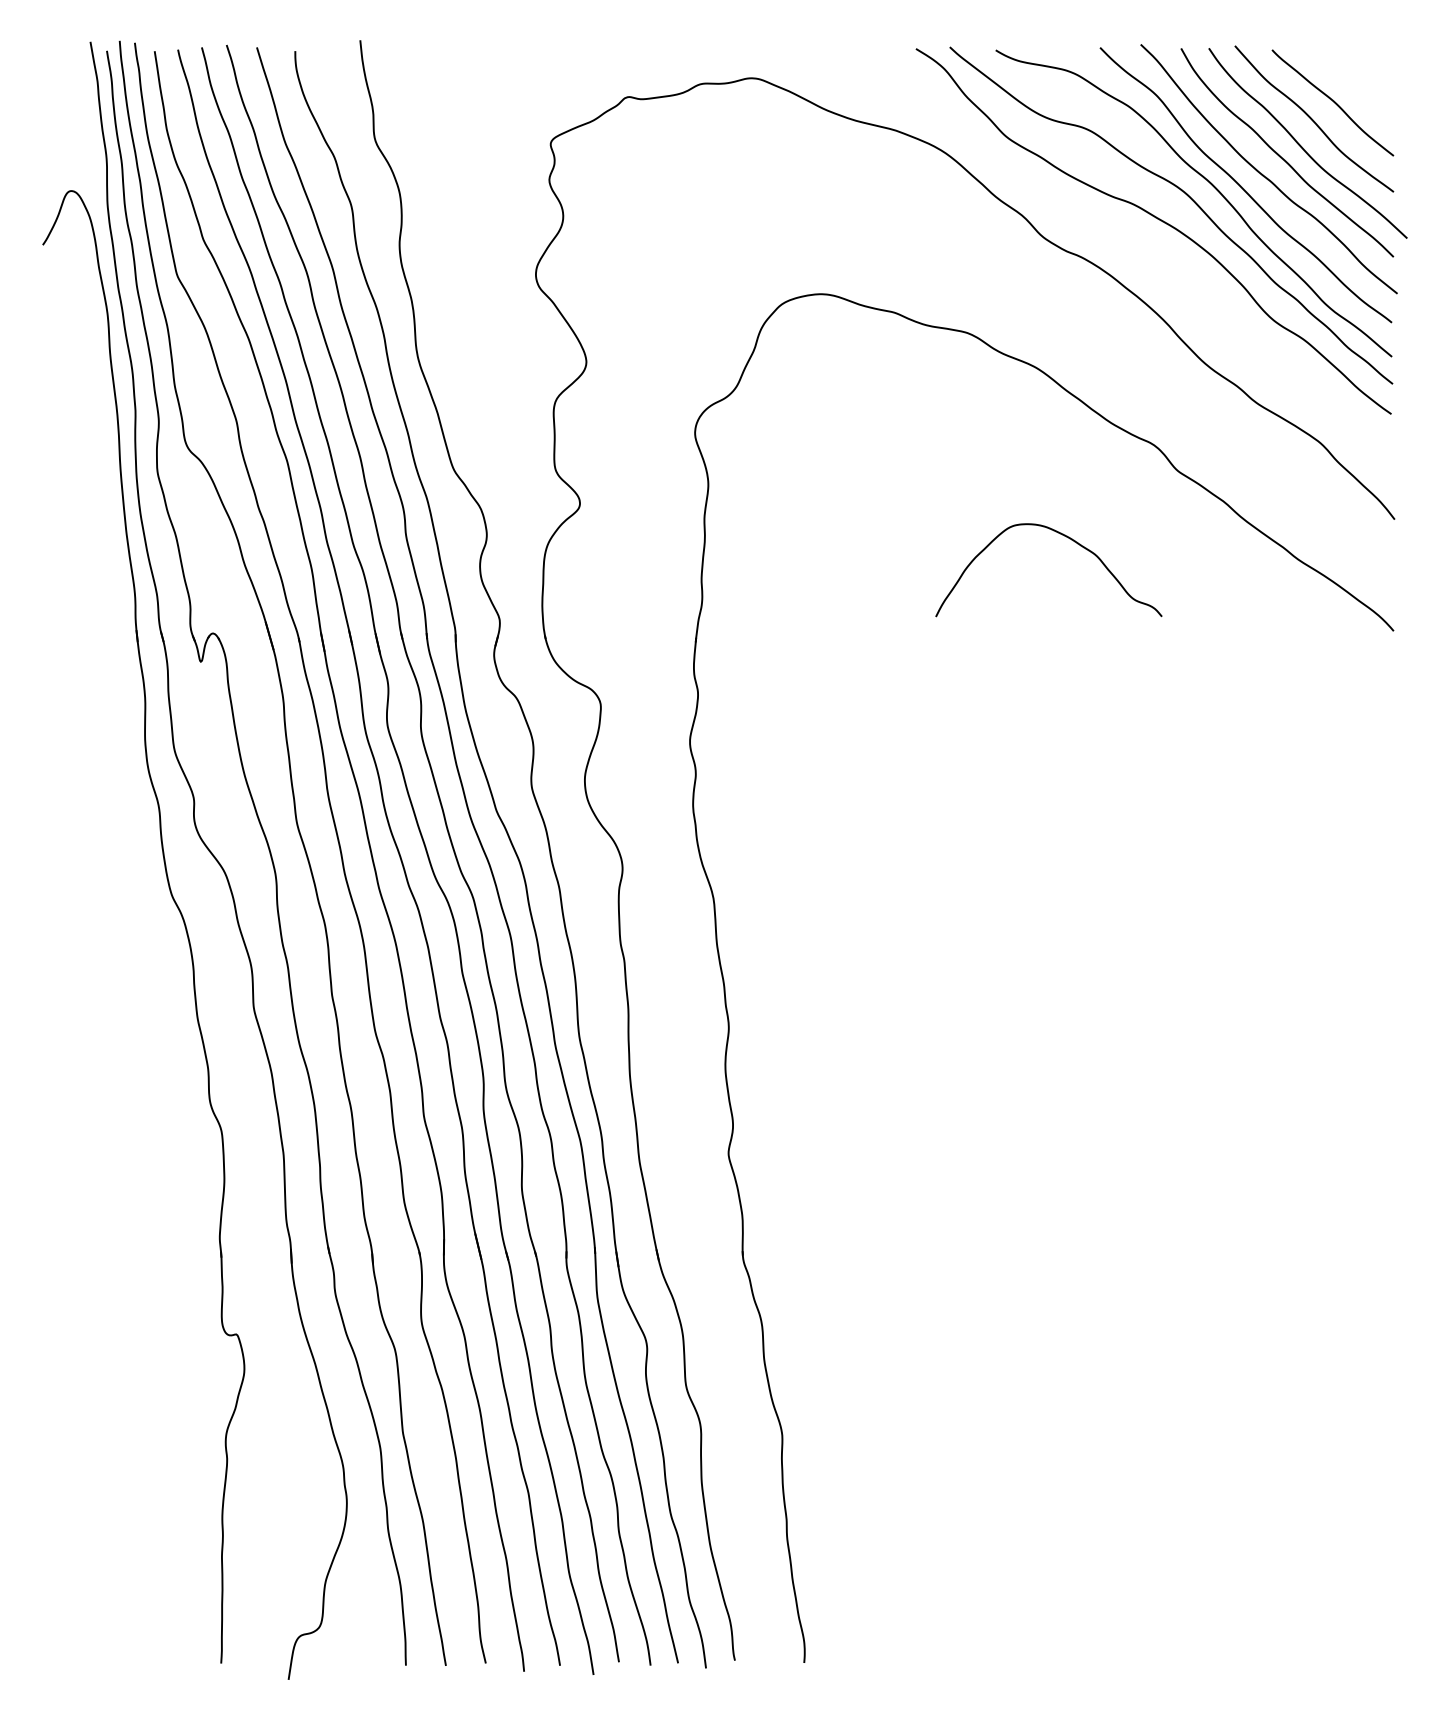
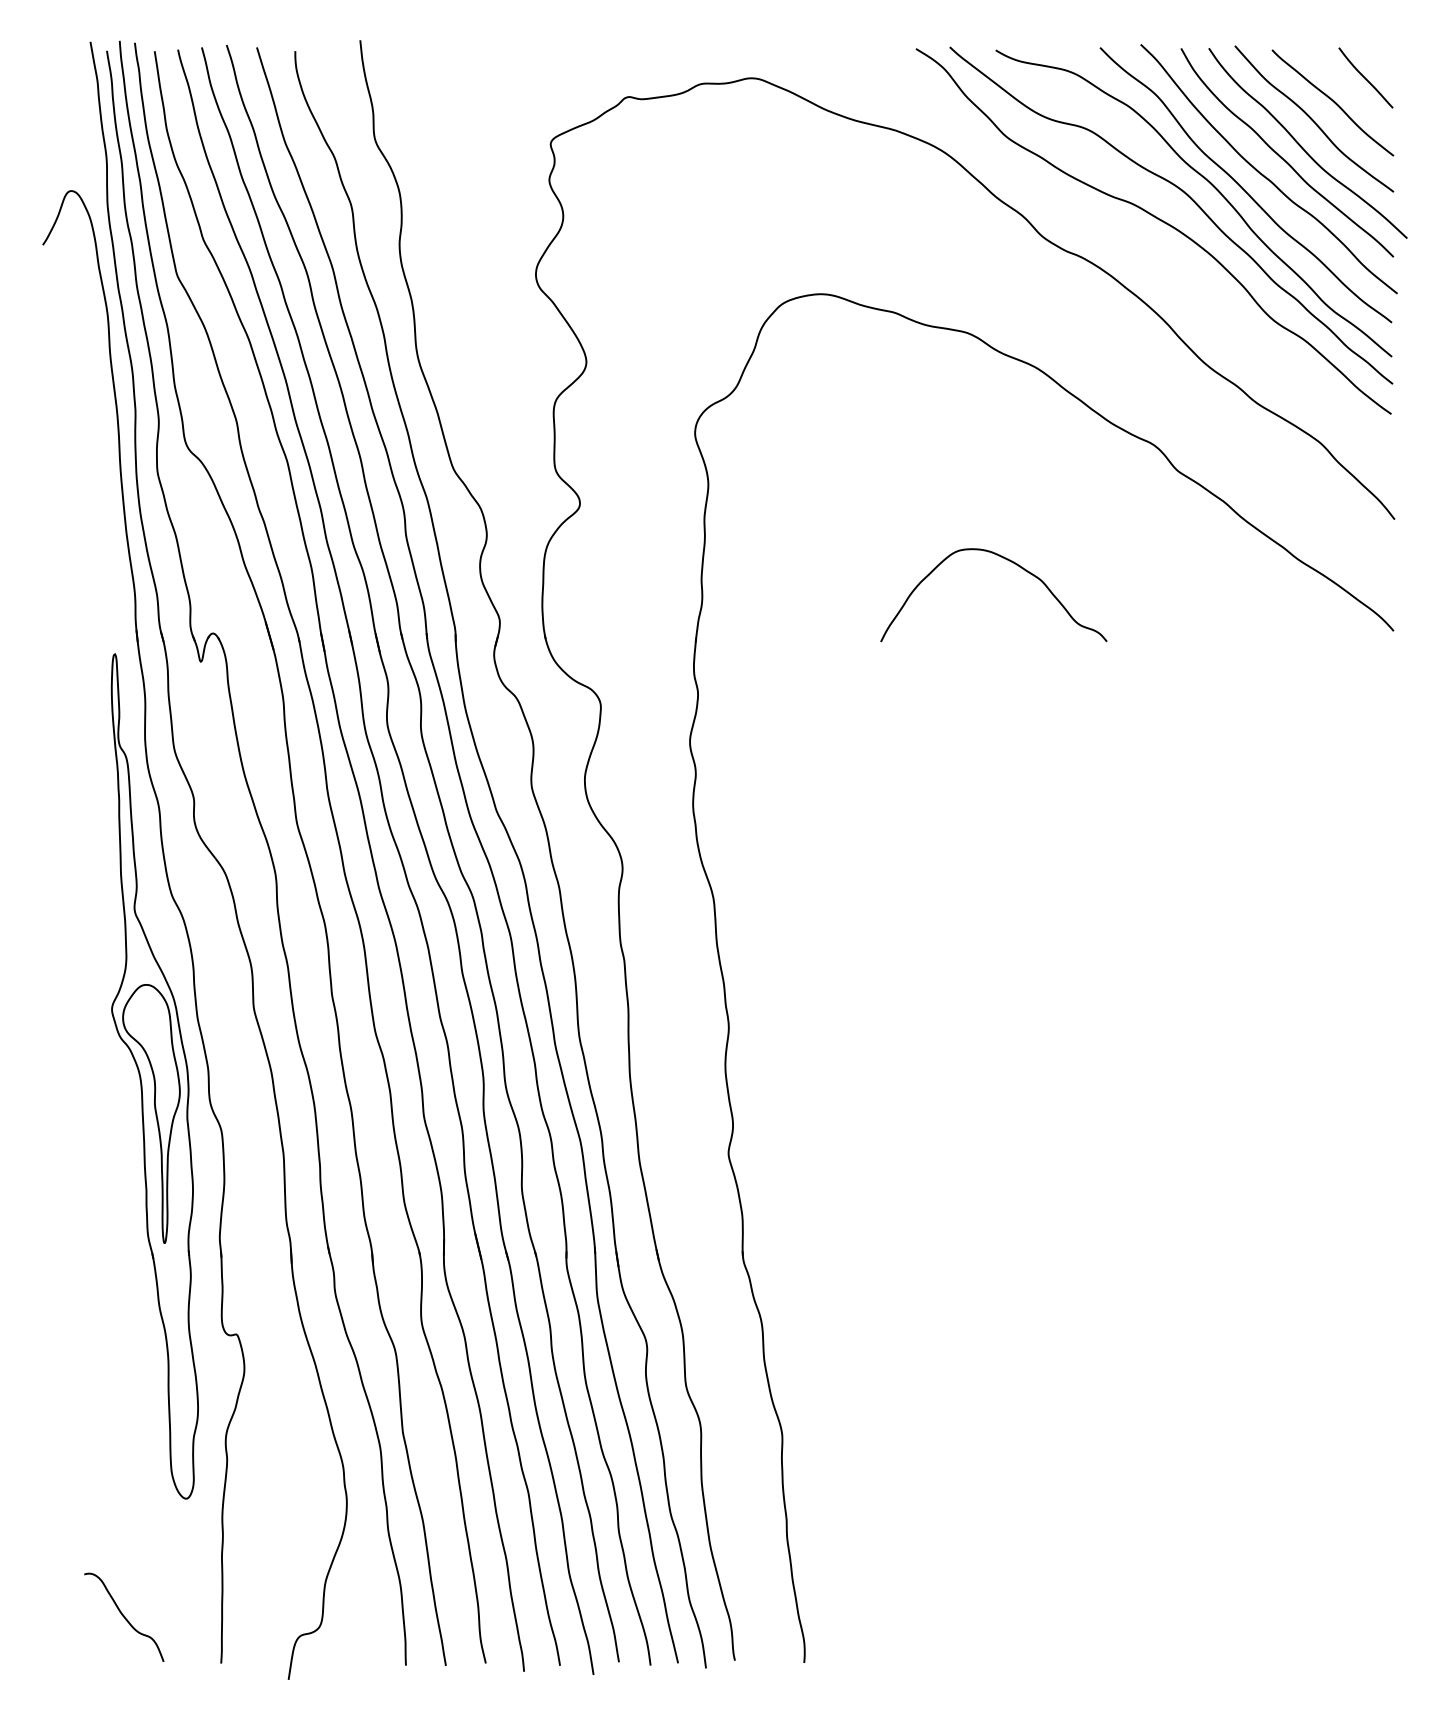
curve at (1365, 77): none -> present
curve at (1069, 539) position: (1069, 539) -> (1014, 564)
part at (154, 1076): none -> present
curve at (124, 1616): none -> present
